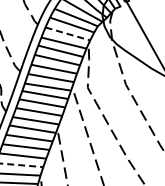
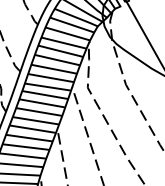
line at (68, 34): dashed -> solid
line at (21, 165): dashed -> solid
